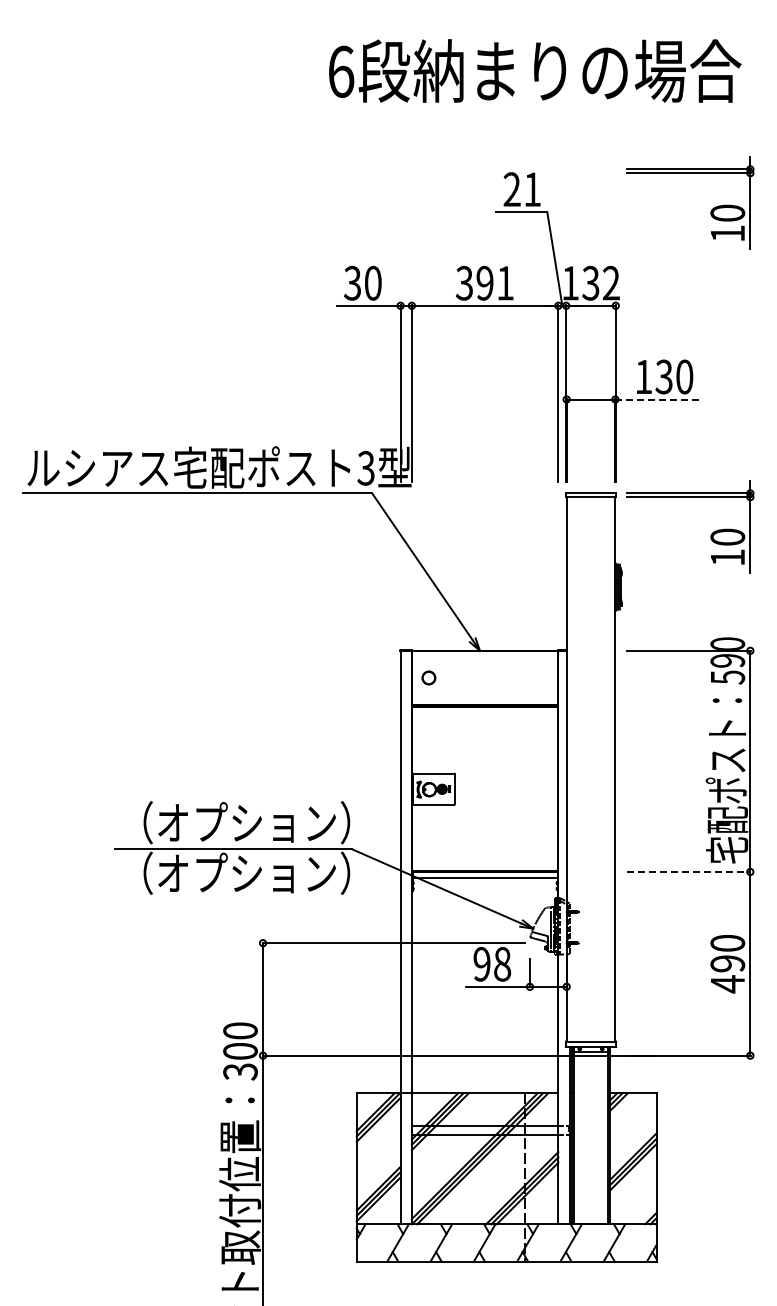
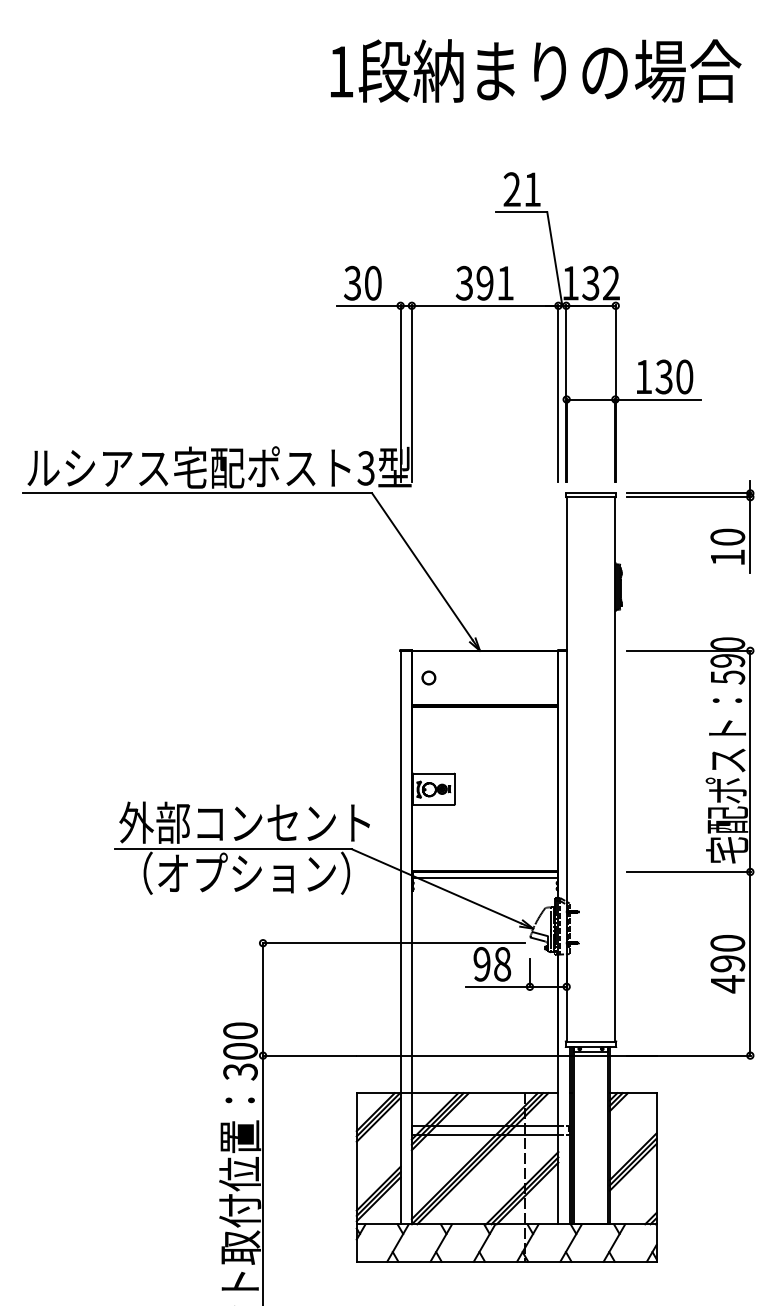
text at (341, 71): 6 -> 1
part at (710, 211): present -> none
line at (657, 399): dashed -> solid
text at (244, 822): （オプション） -> 外部コンセント
line at (688, 871): dashed -> solid
